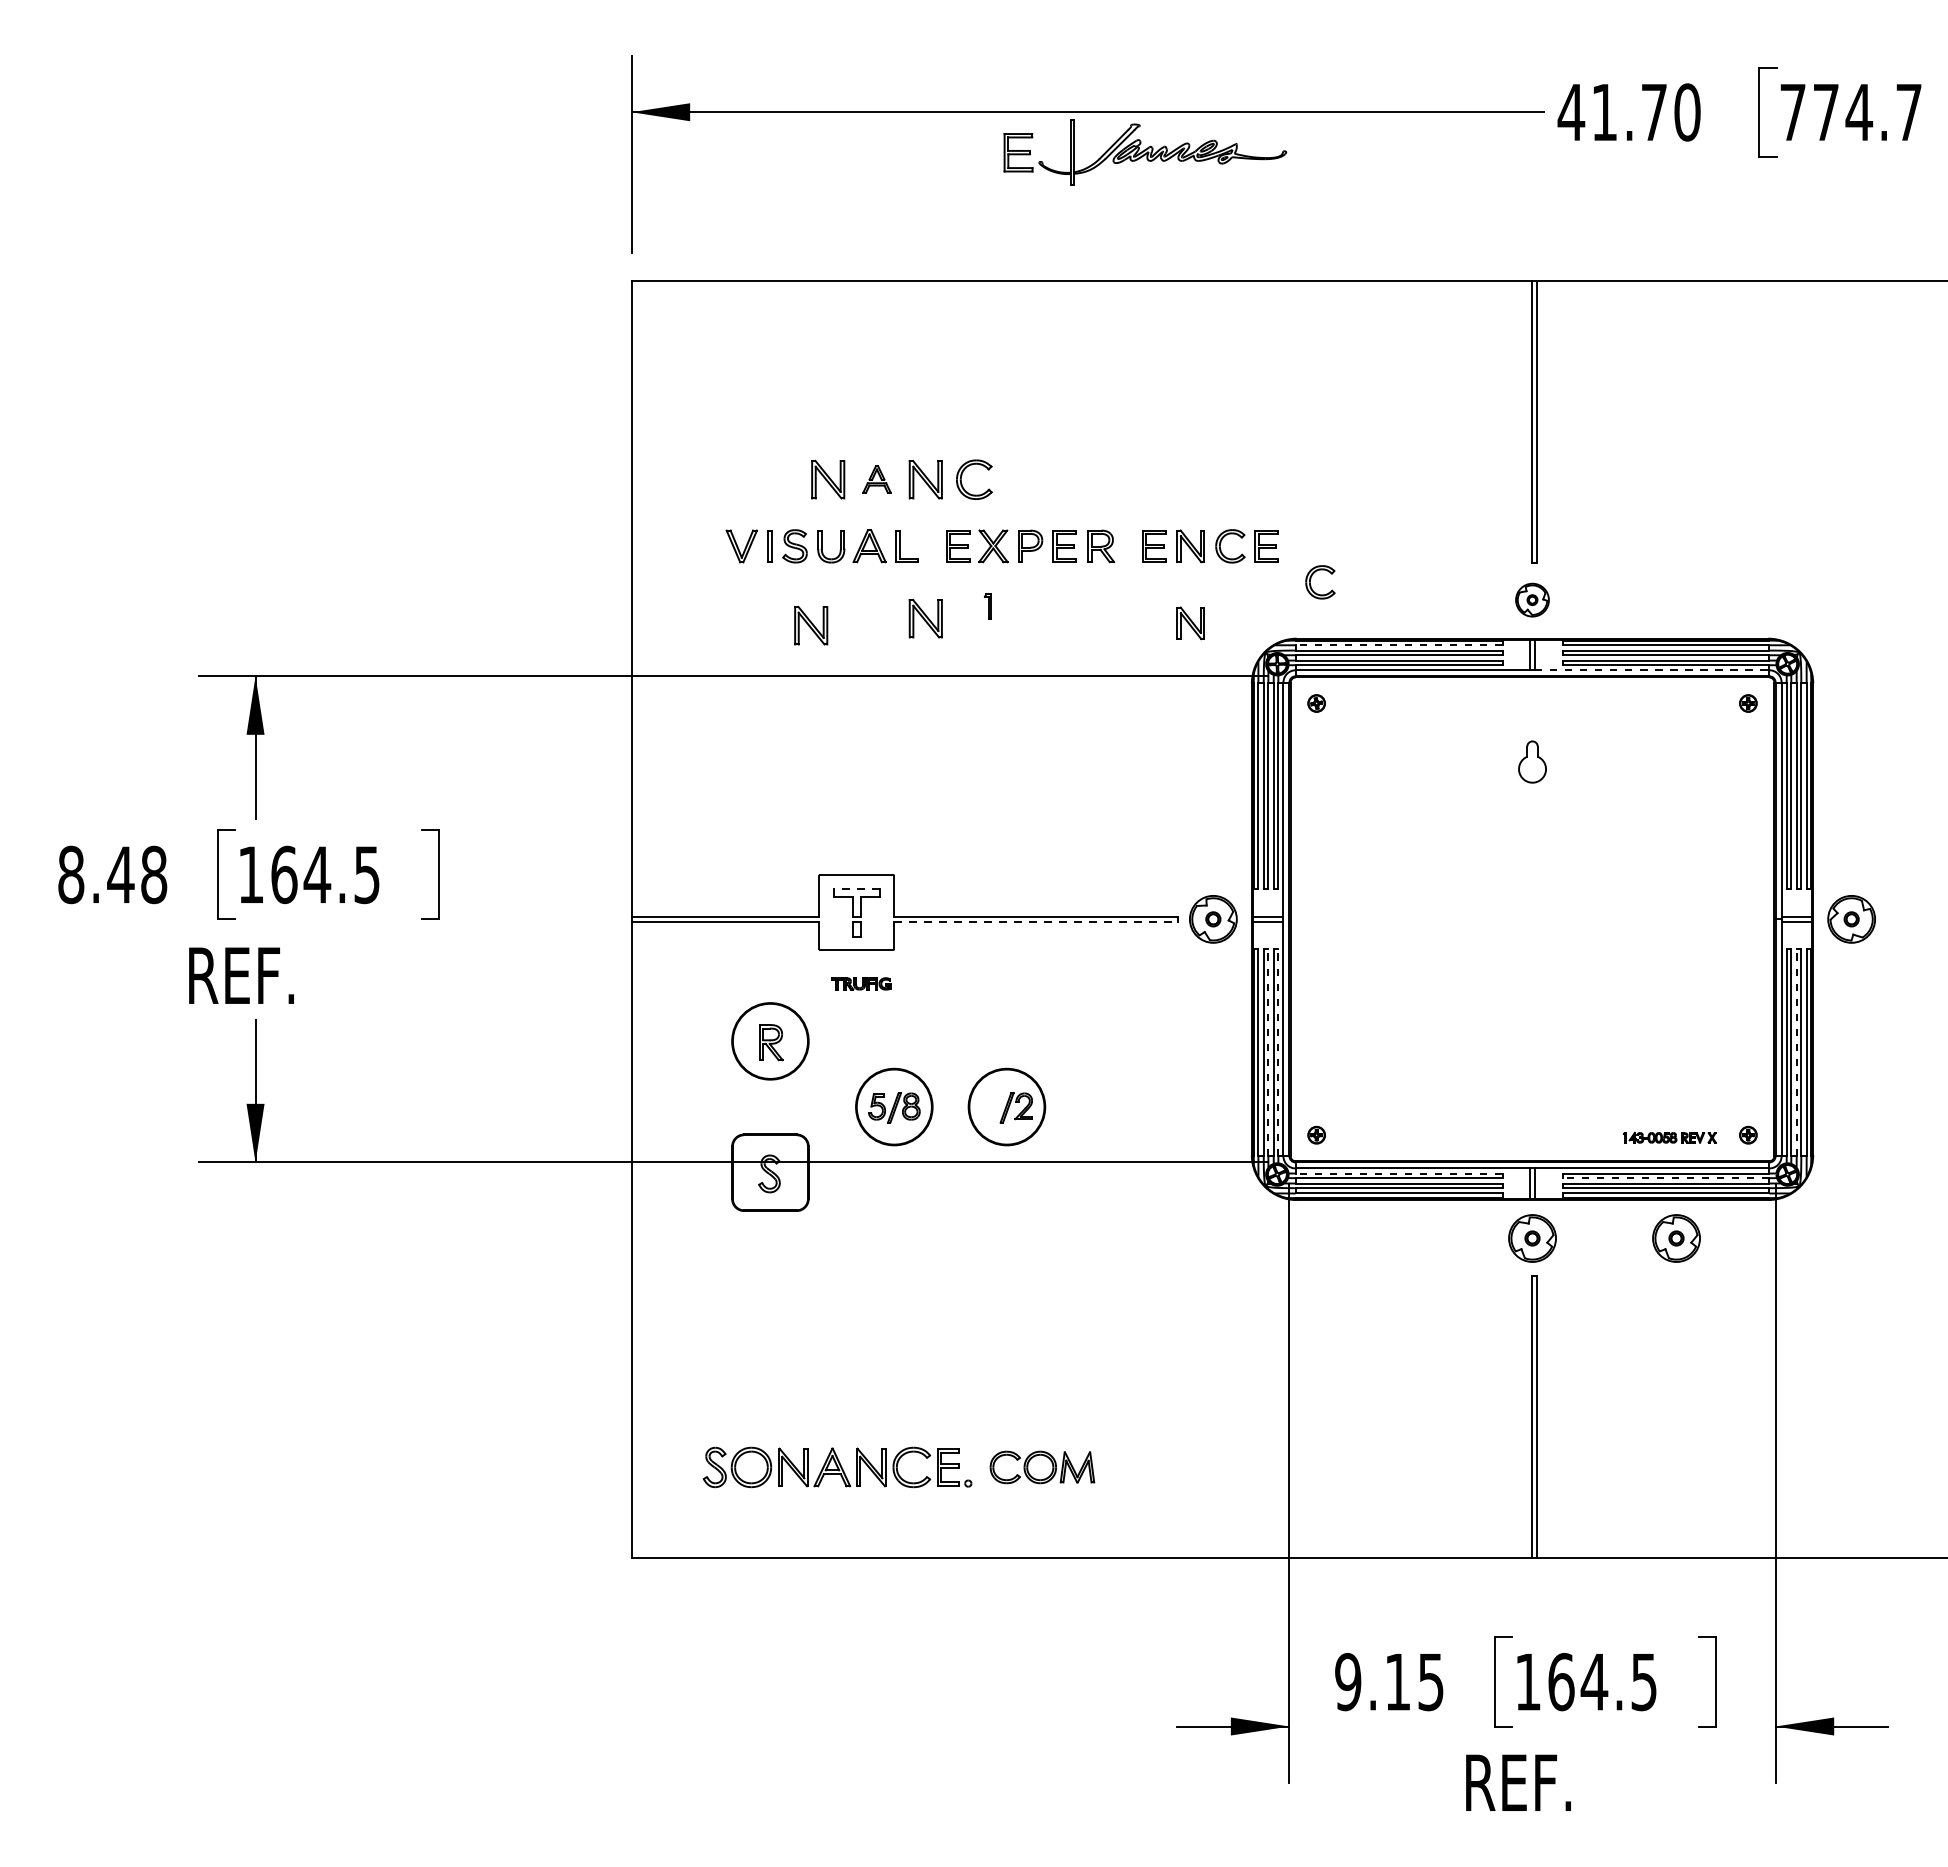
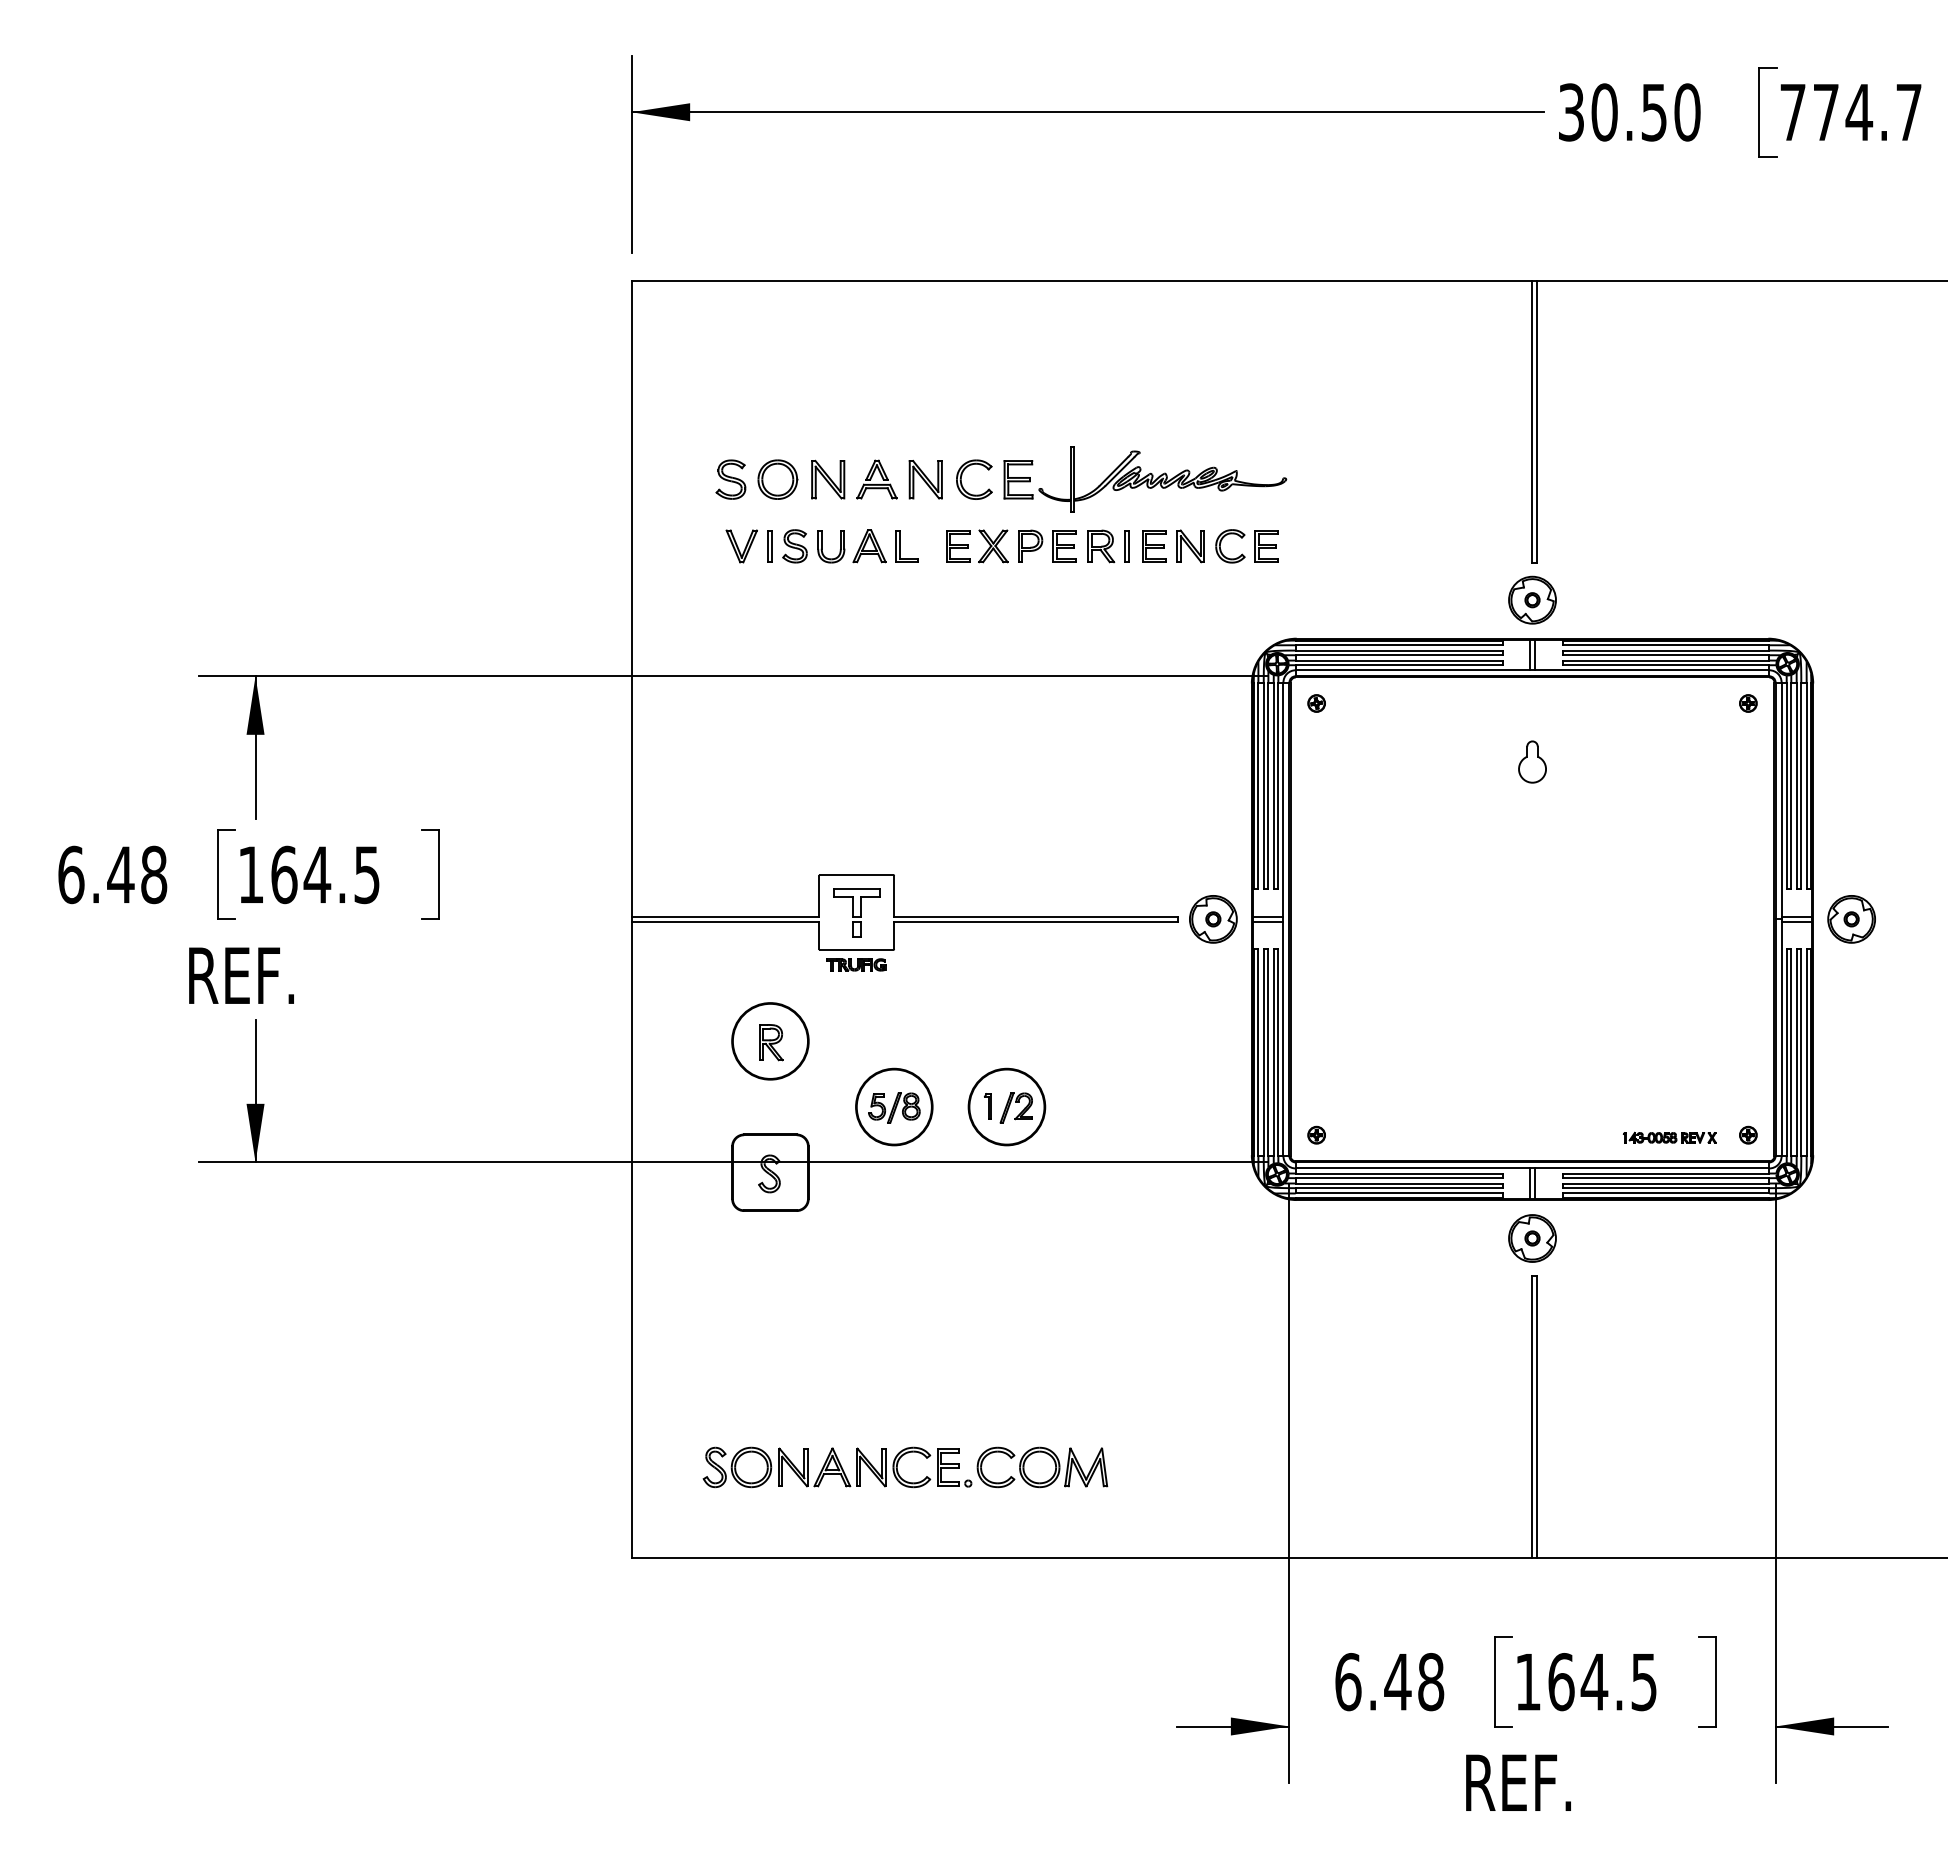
text at (1611, 112): 41.70 -> 30.50
part at (1145, 152) position: (1145, 152) -> (1145, 479)
part at (730, 479): none -> present
part at (777, 479): none -> present
part at (876, 479) size: 30x29 px -> 42x41 px
part at (1126, 546): none -> present
part at (1311, 579): present -> none
part at (1532, 599) size: 35x36 px -> 49x50 px
part at (987, 606) position: (987, 606) -> (987, 1106)
part at (925, 618): present -> none
part at (1190, 623): present -> none
part at (811, 625): present -> none
line at (1398, 645): dashed -> solid
line at (1652, 670): dashed -> solid
text at (71, 874): 8.48 -> 6.48
line at (856, 888): dashed -> solid
line at (1035, 921): dashed -> solid
part at (861, 983) position: (861, 983) -> (856, 964)
line at (1268, 1052): dashed -> solid
line at (1278, 1052): dashed -> solid
line at (1796, 1052): dashed -> solid
line at (1398, 1173): dashed -> solid
line at (1665, 1178): dashed -> solid
part at (1676, 1238): present -> none
part at (1042, 1467) size: 107x35 px -> 133x43 px
text at (1389, 1682): 9.15 -> 6.48
